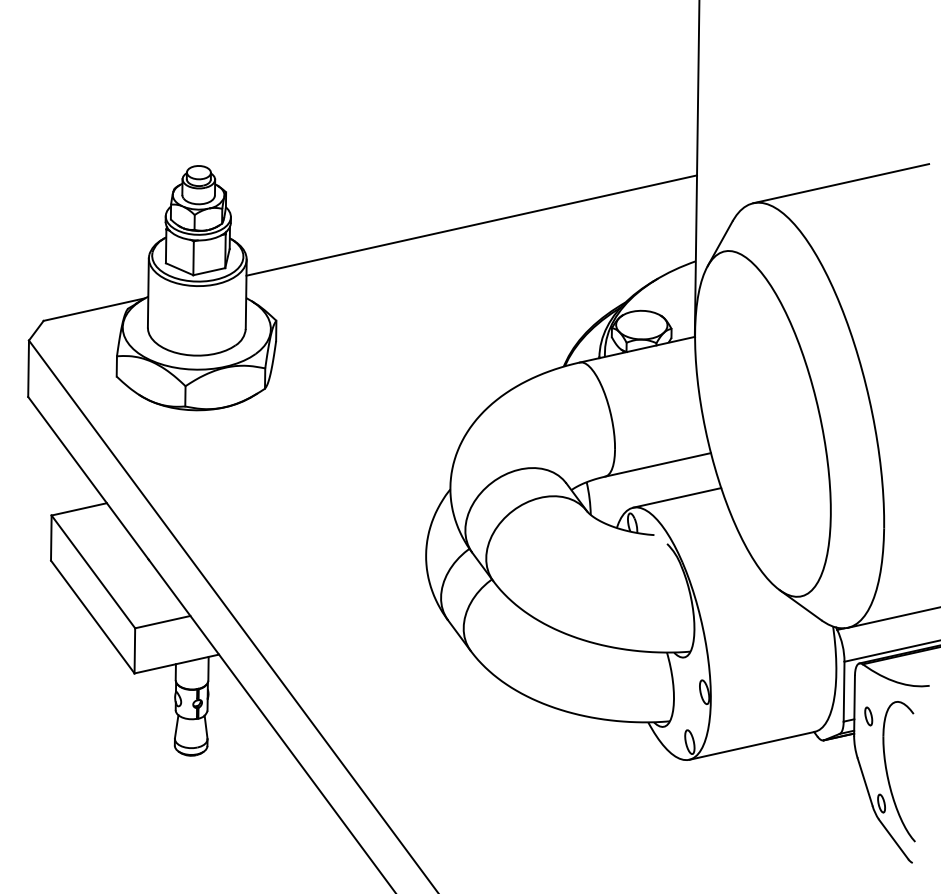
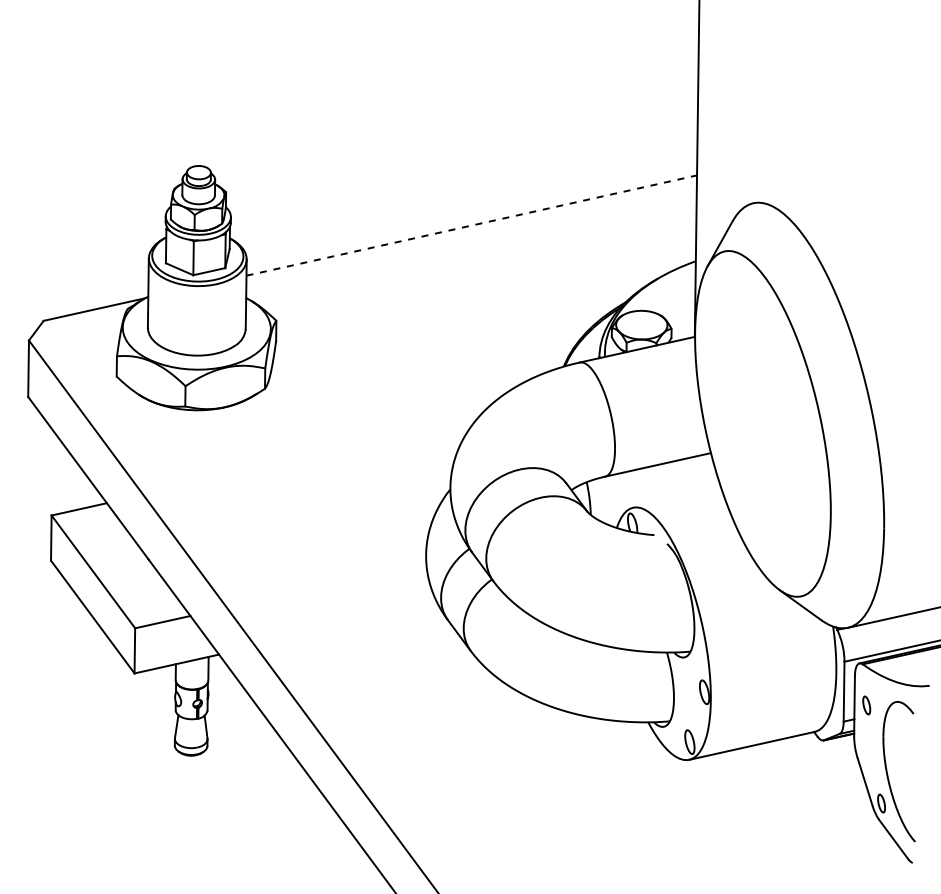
line at (841, 183): present -> none
line at (471, 225): solid -> dashed
line at (677, 497): present -> none
part at (868, 716) position: (868, 716) -> (866, 705)
